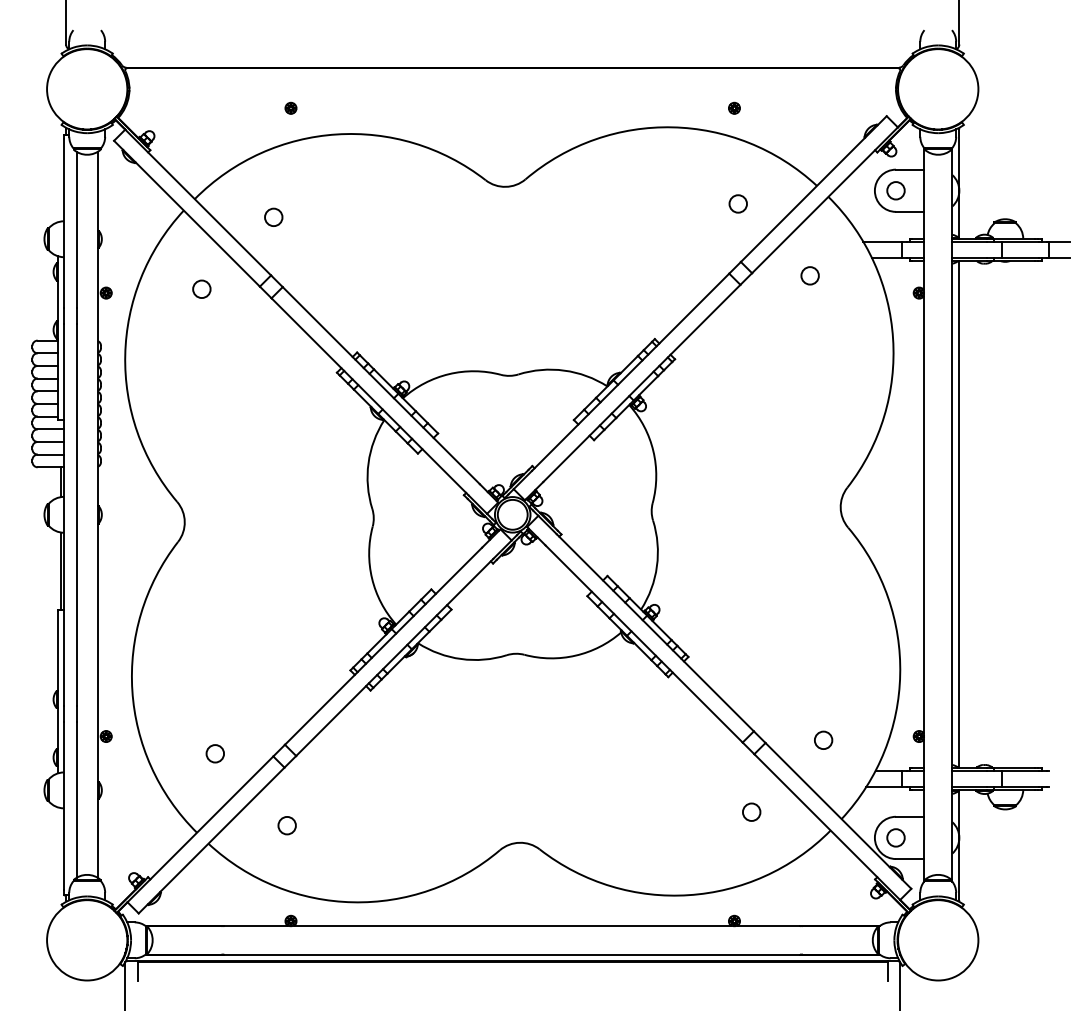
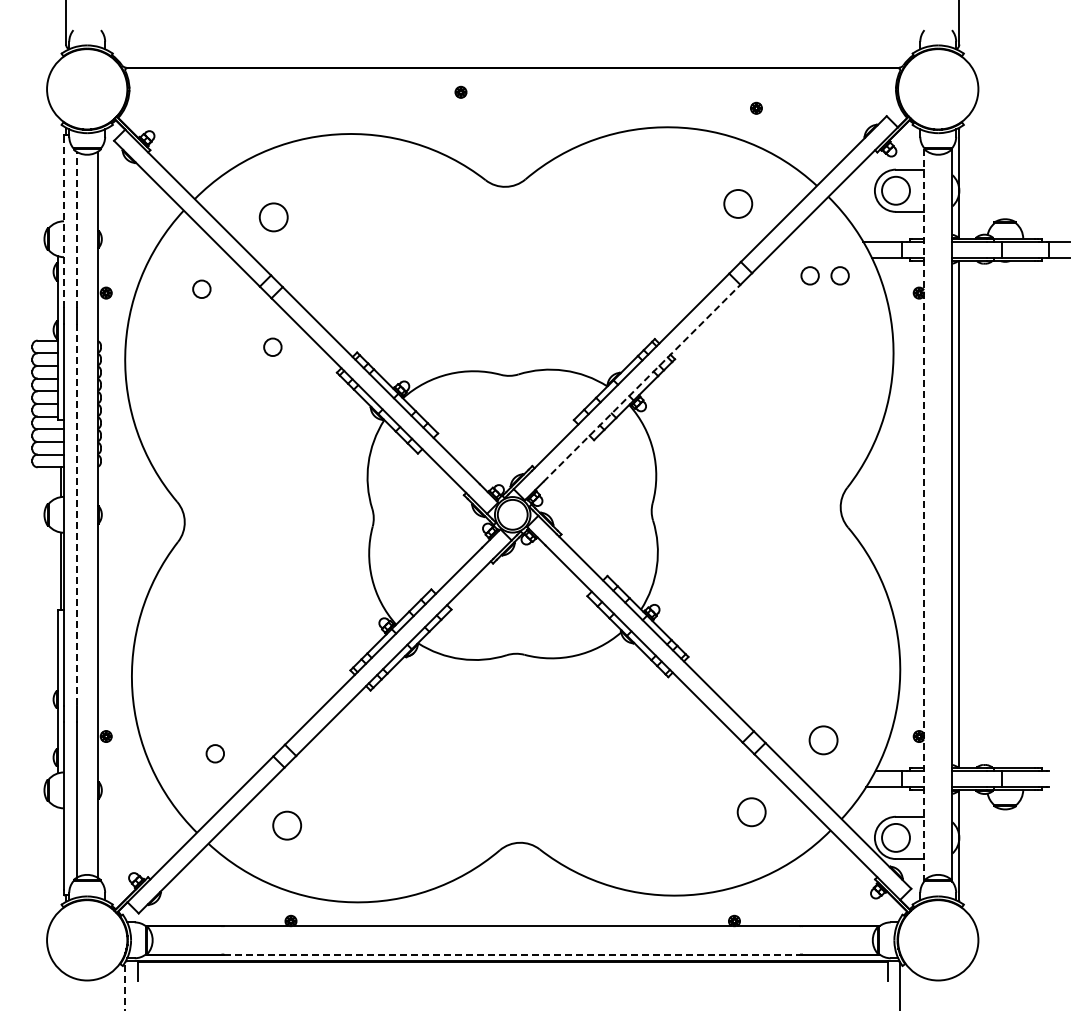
part at (290, 107) position: (290, 107) -> (460, 91)
part at (734, 107) position: (734, 107) -> (756, 107)
circle at (895, 190) diameter: 17 px -> 28 px
circle at (738, 203) diameter: 17 px -> 28 px
circle at (273, 217) diameter: 17 px -> 28 px
line at (64, 223): solid -> dashed
line at (76, 229): solid -> dashed
circle at (839, 275): none -> present
circle at (272, 346): none -> present
line at (642, 383): solid -> dashed
line at (76, 514): solid -> dashed
line at (924, 514): solid -> dashed
circle at (823, 740) diameter: 17 px -> 28 px
circle at (751, 811) diameter: 17 px -> 28 px
circle at (286, 825) diameter: 17 px -> 28 px
circle at (895, 837) diameter: 17 px -> 28 px
line at (512, 954): solid -> dashed
line at (125, 986): solid -> dashed
